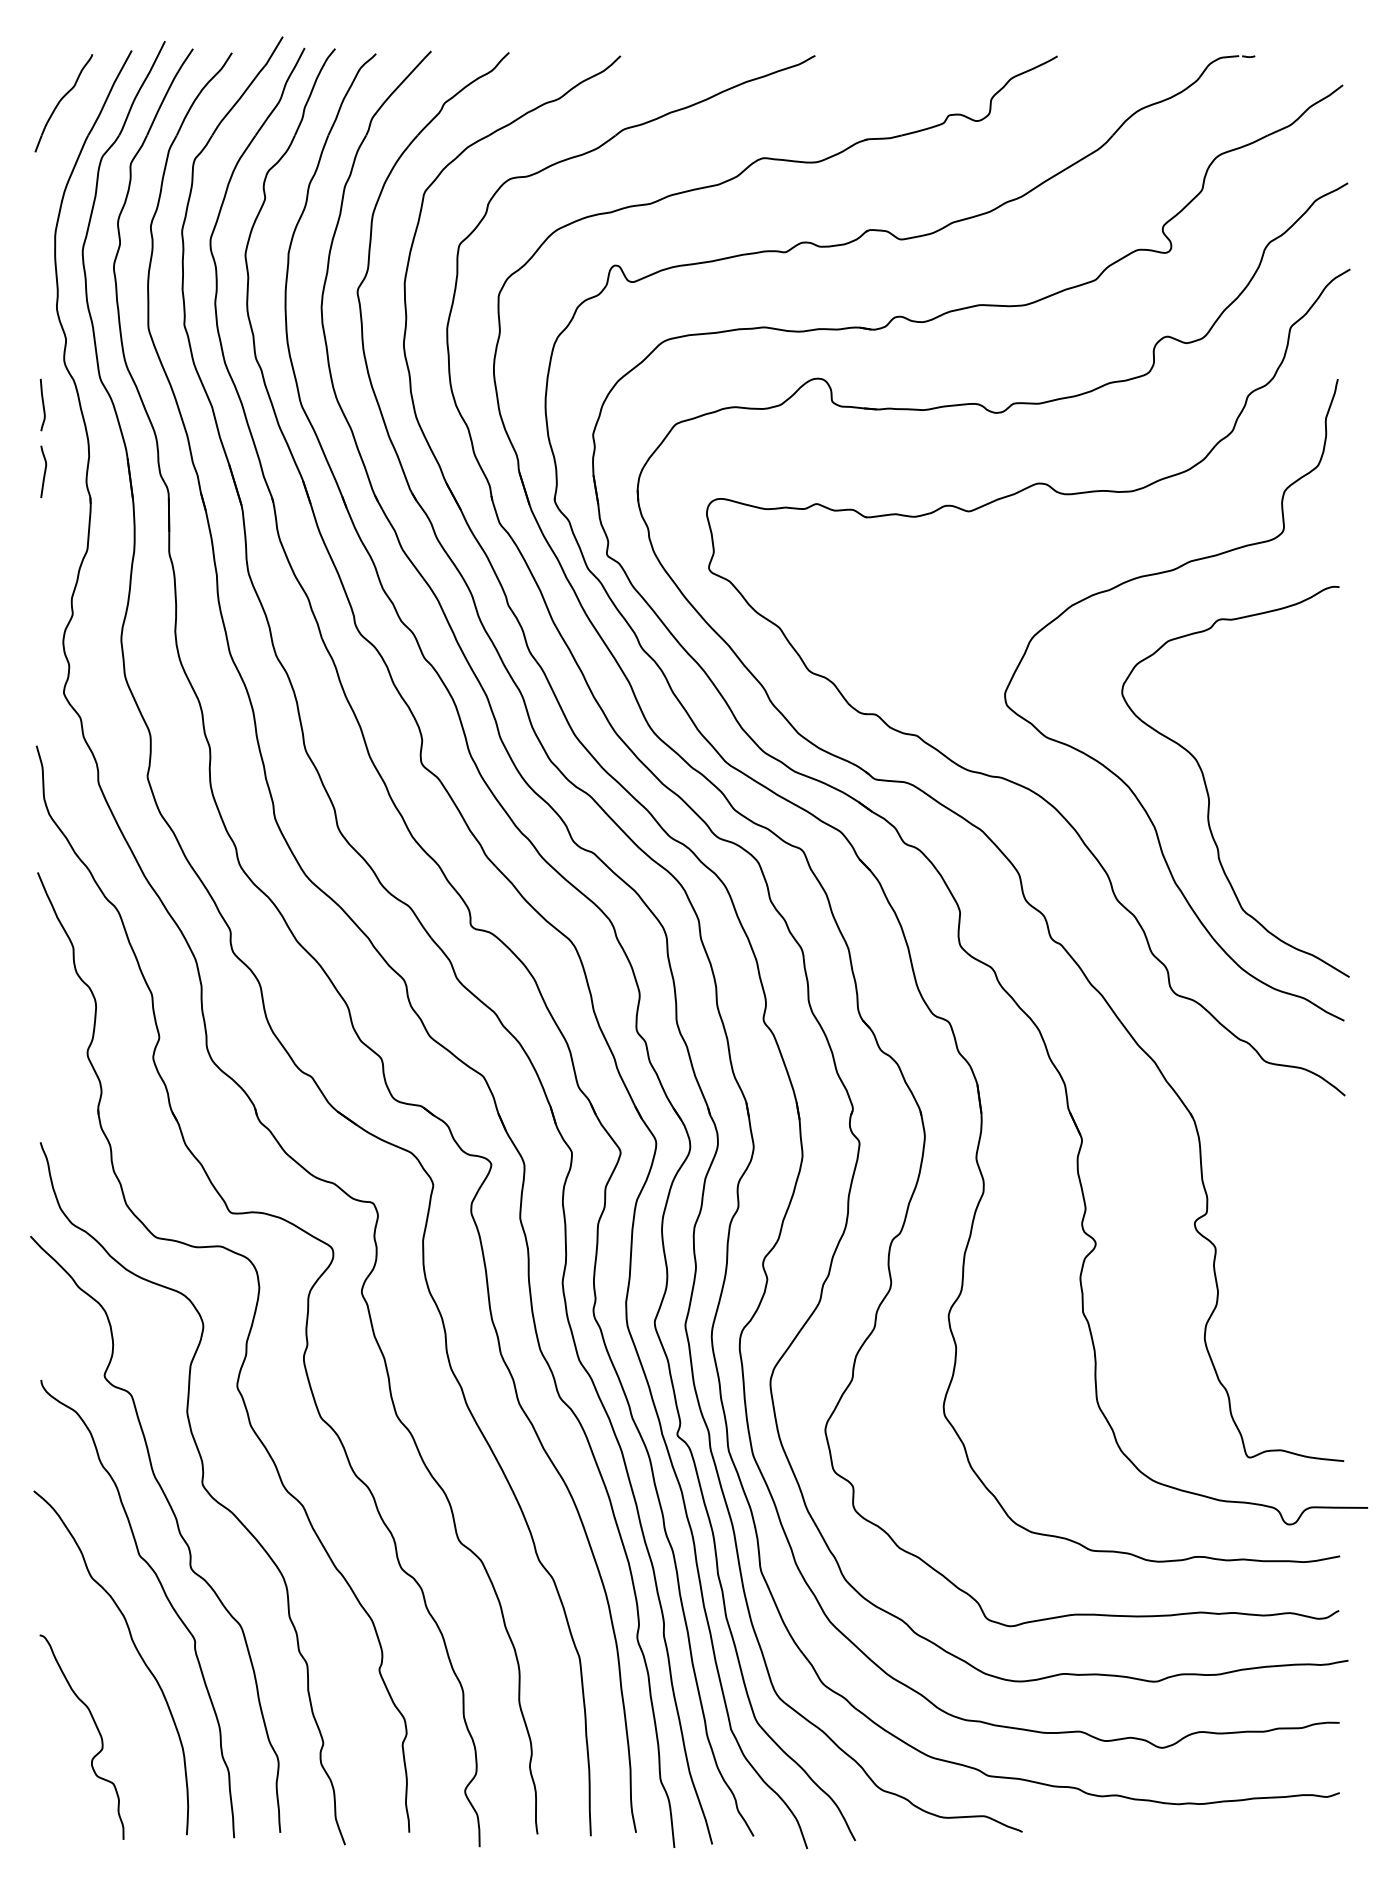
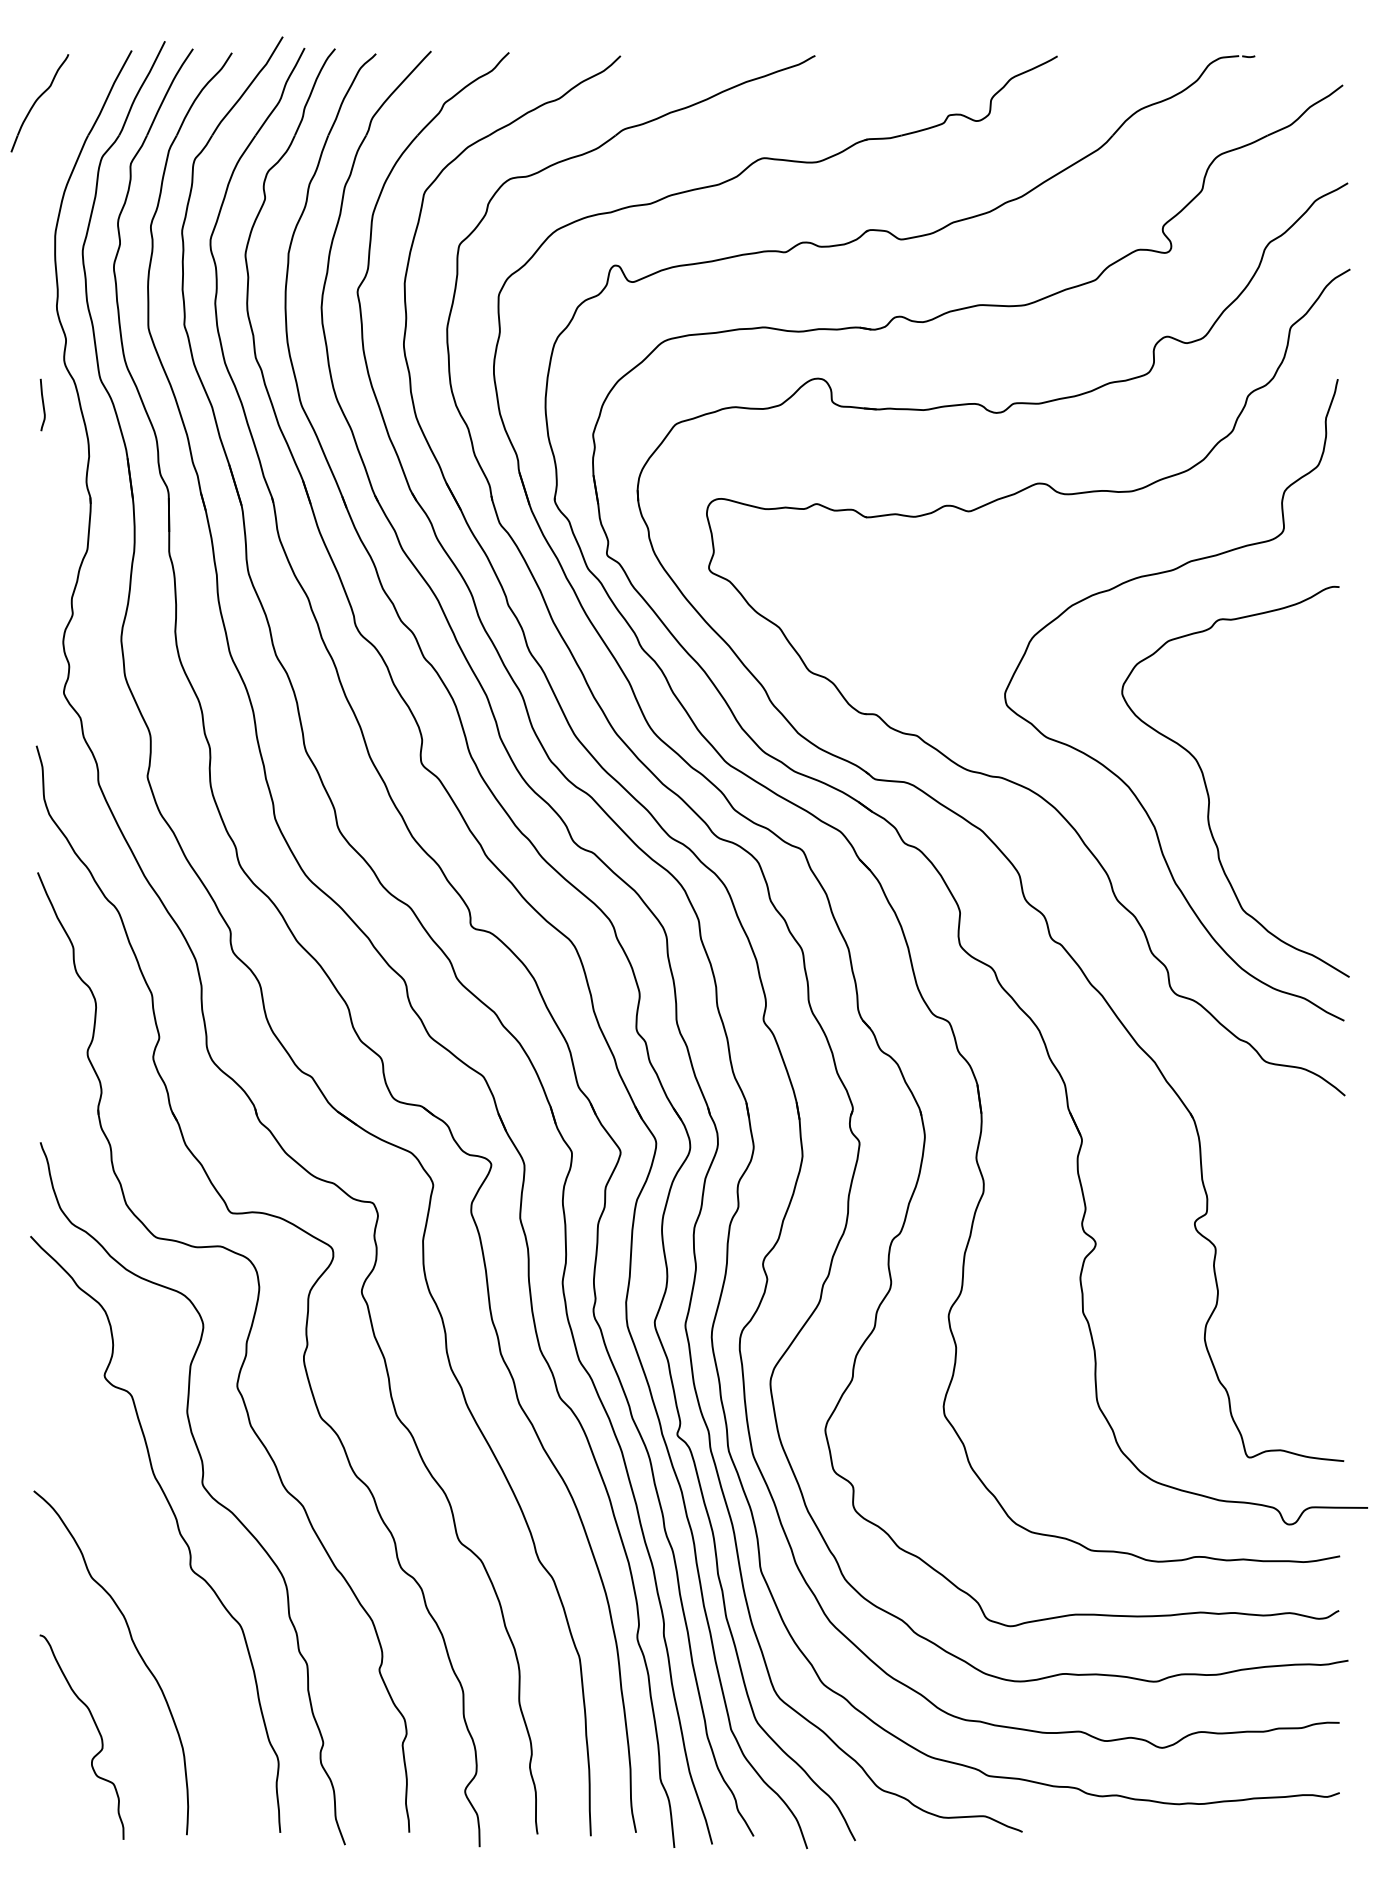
part at (63, 103) position: (63, 103) -> (39, 103)
curve at (44, 471): present -> none
curve at (164, 1594): present -> none
